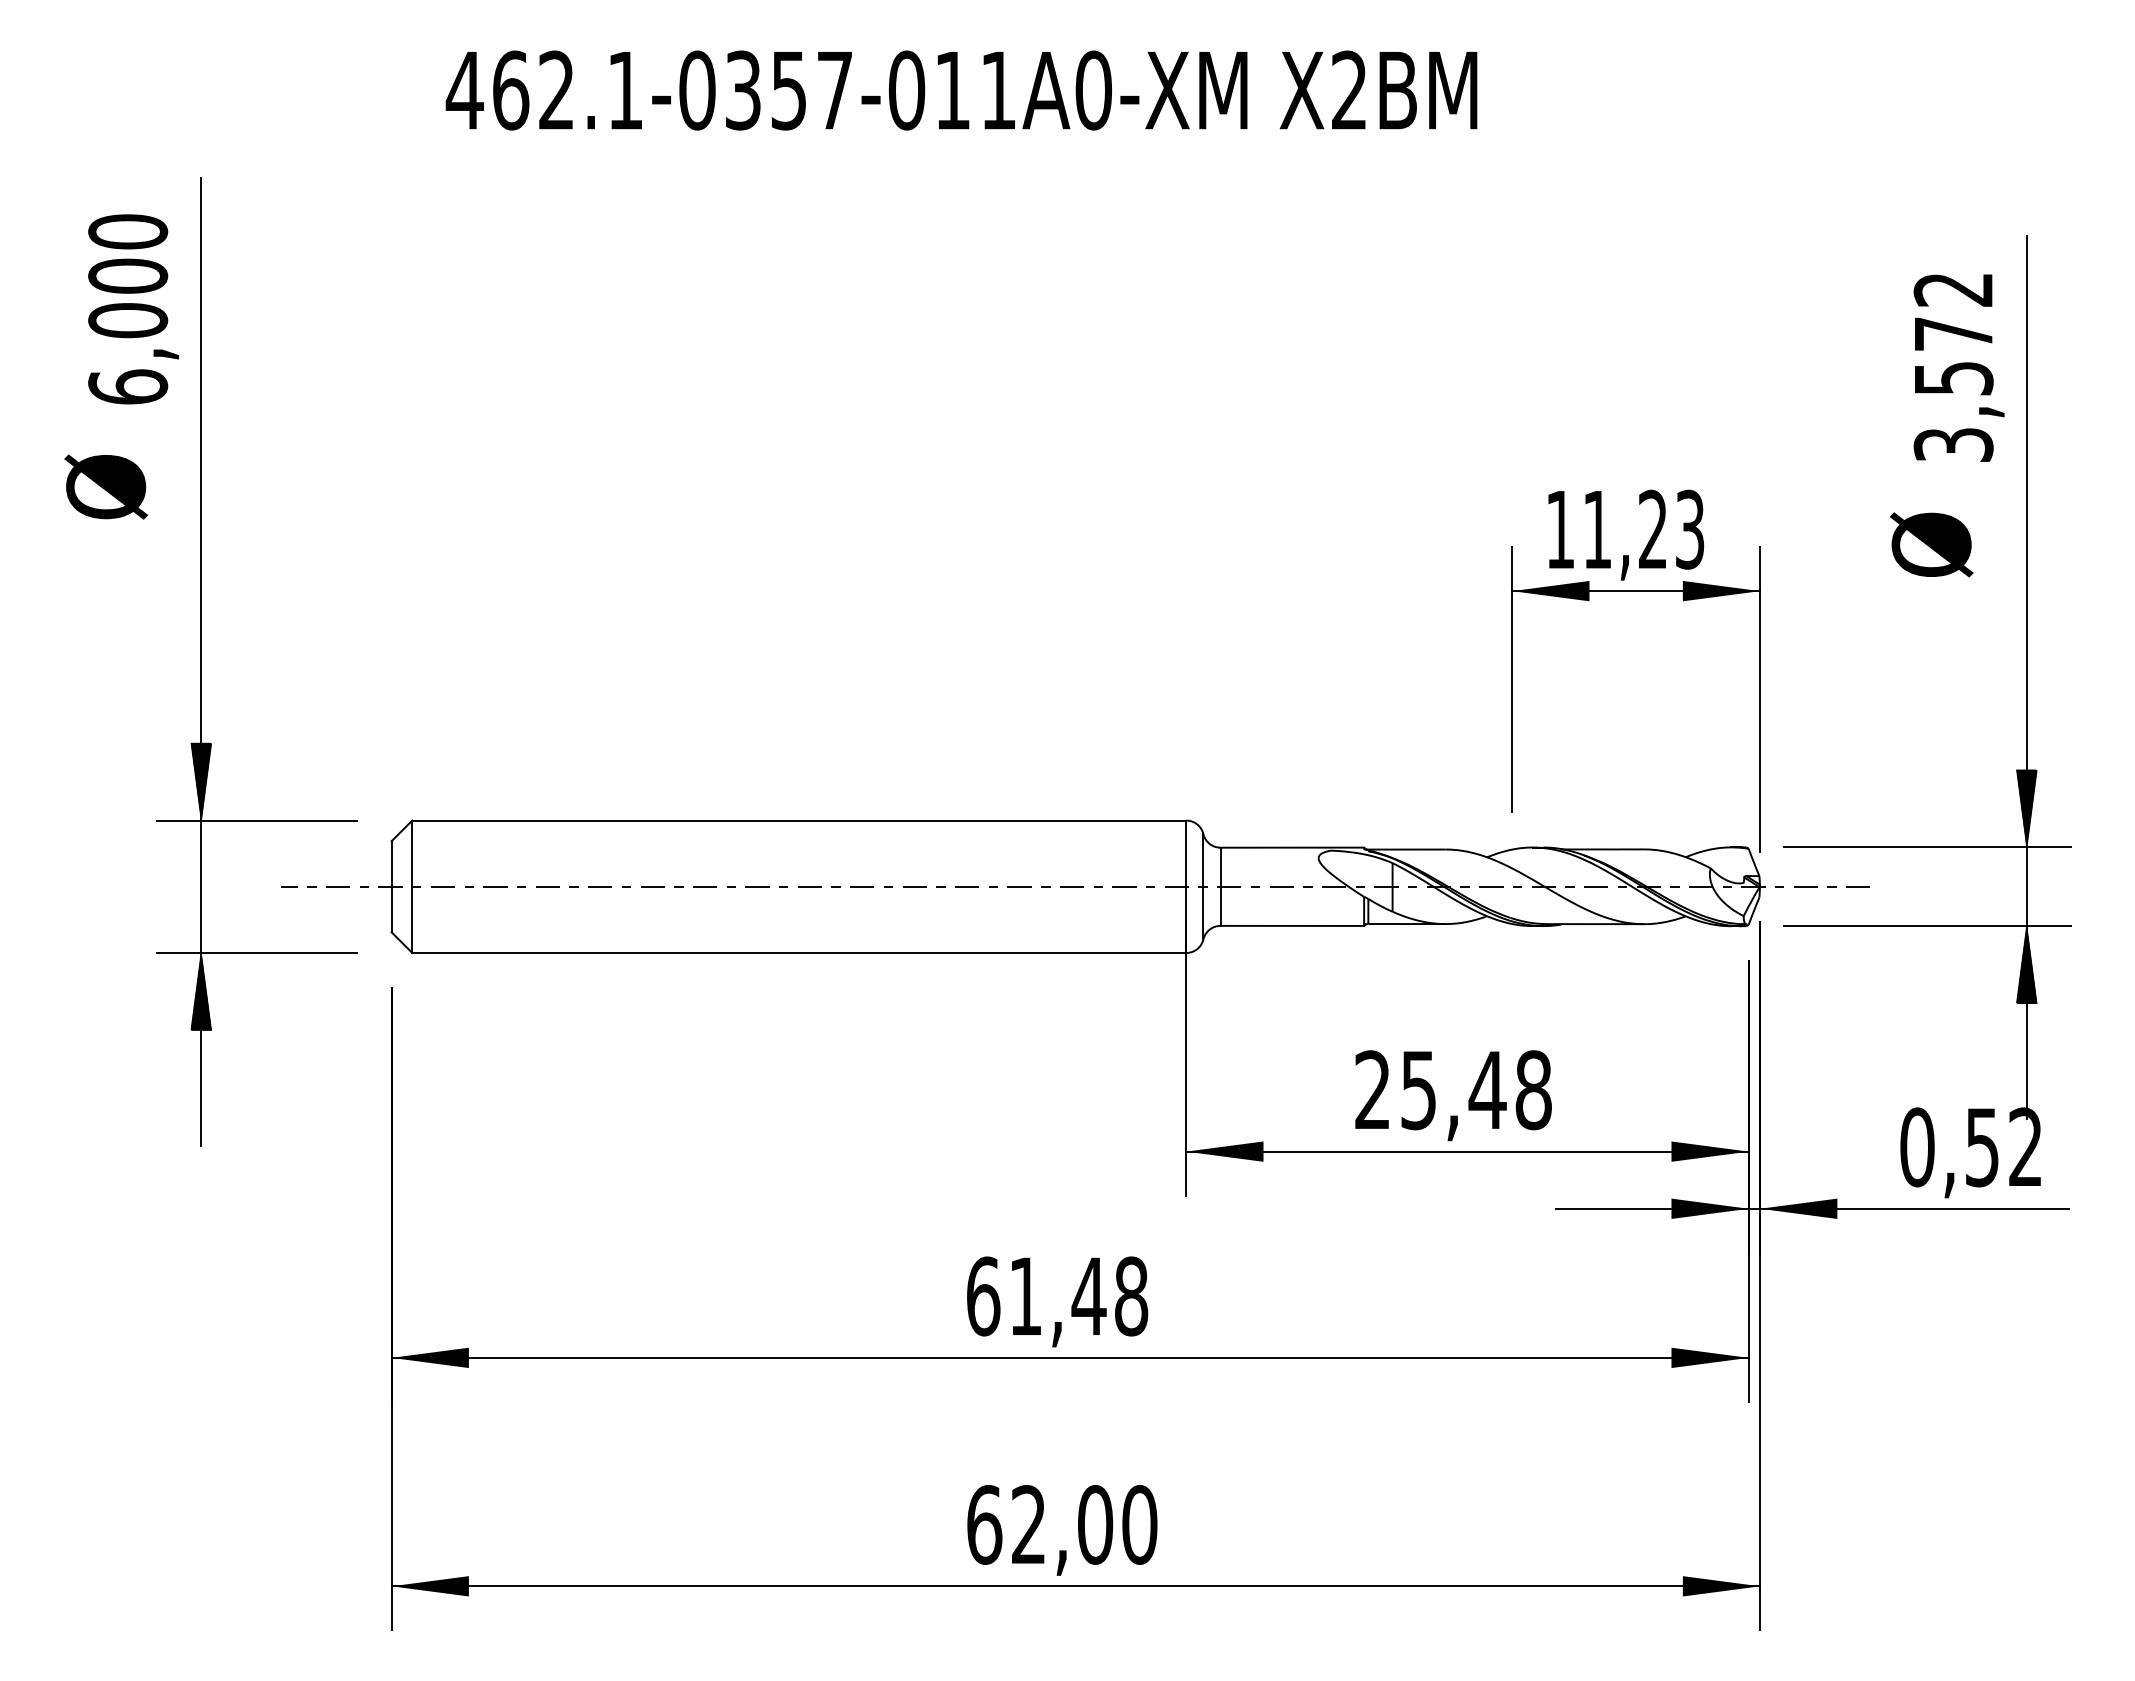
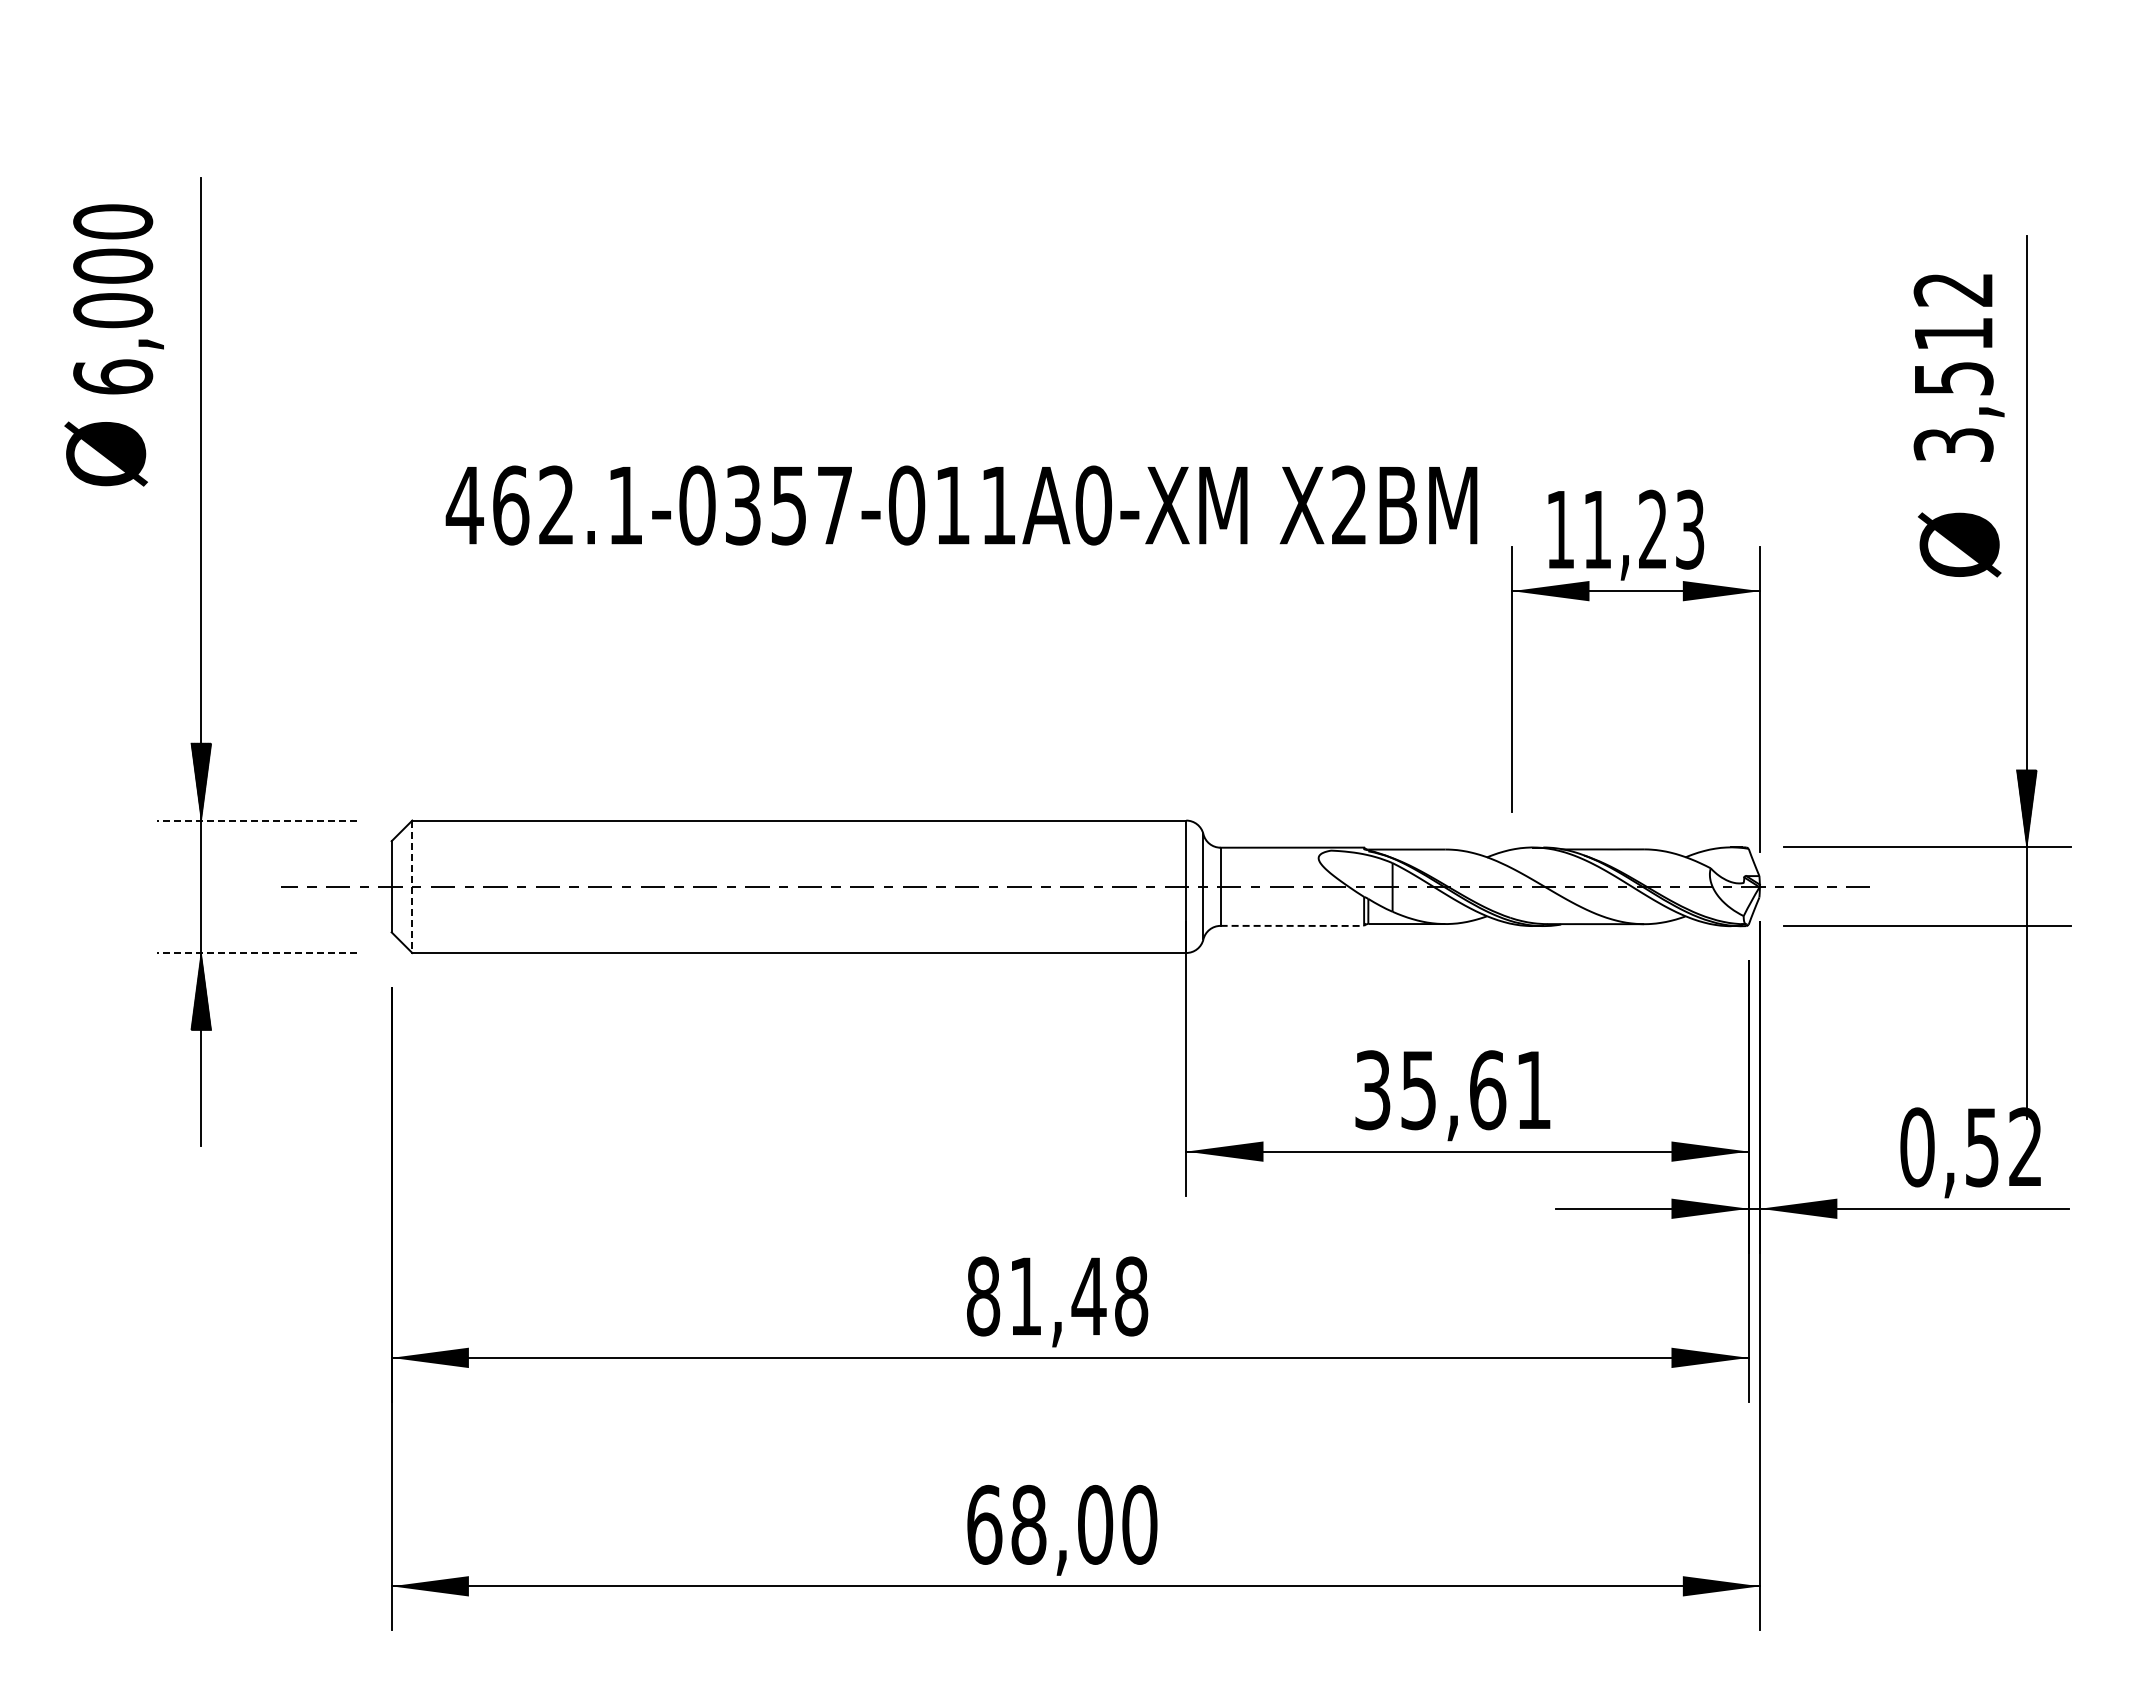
text at (961, 90) position: (961, 90) -> (961, 505)
text at (133, 309) position: (133, 309) -> (118, 299)
text at (1953, 333): 3,572 -> 3,512
text at (105, 486) position: (105, 486) -> (105, 453)
text at (1931, 544) position: (1931, 544) -> (1959, 544)
line at (256, 820): solid -> dashed
line at (412, 887): solid -> dashed
line at (1292, 925): solid -> dashed
line at (256, 953): solid -> dashed
hatch at (2026, 964): present -> none
text at (1453, 1090): 25,48 -> 35,61
text at (983, 1296): 61,48 -> 81,48
text at (1028, 1524): 62,00 -> 68,00
